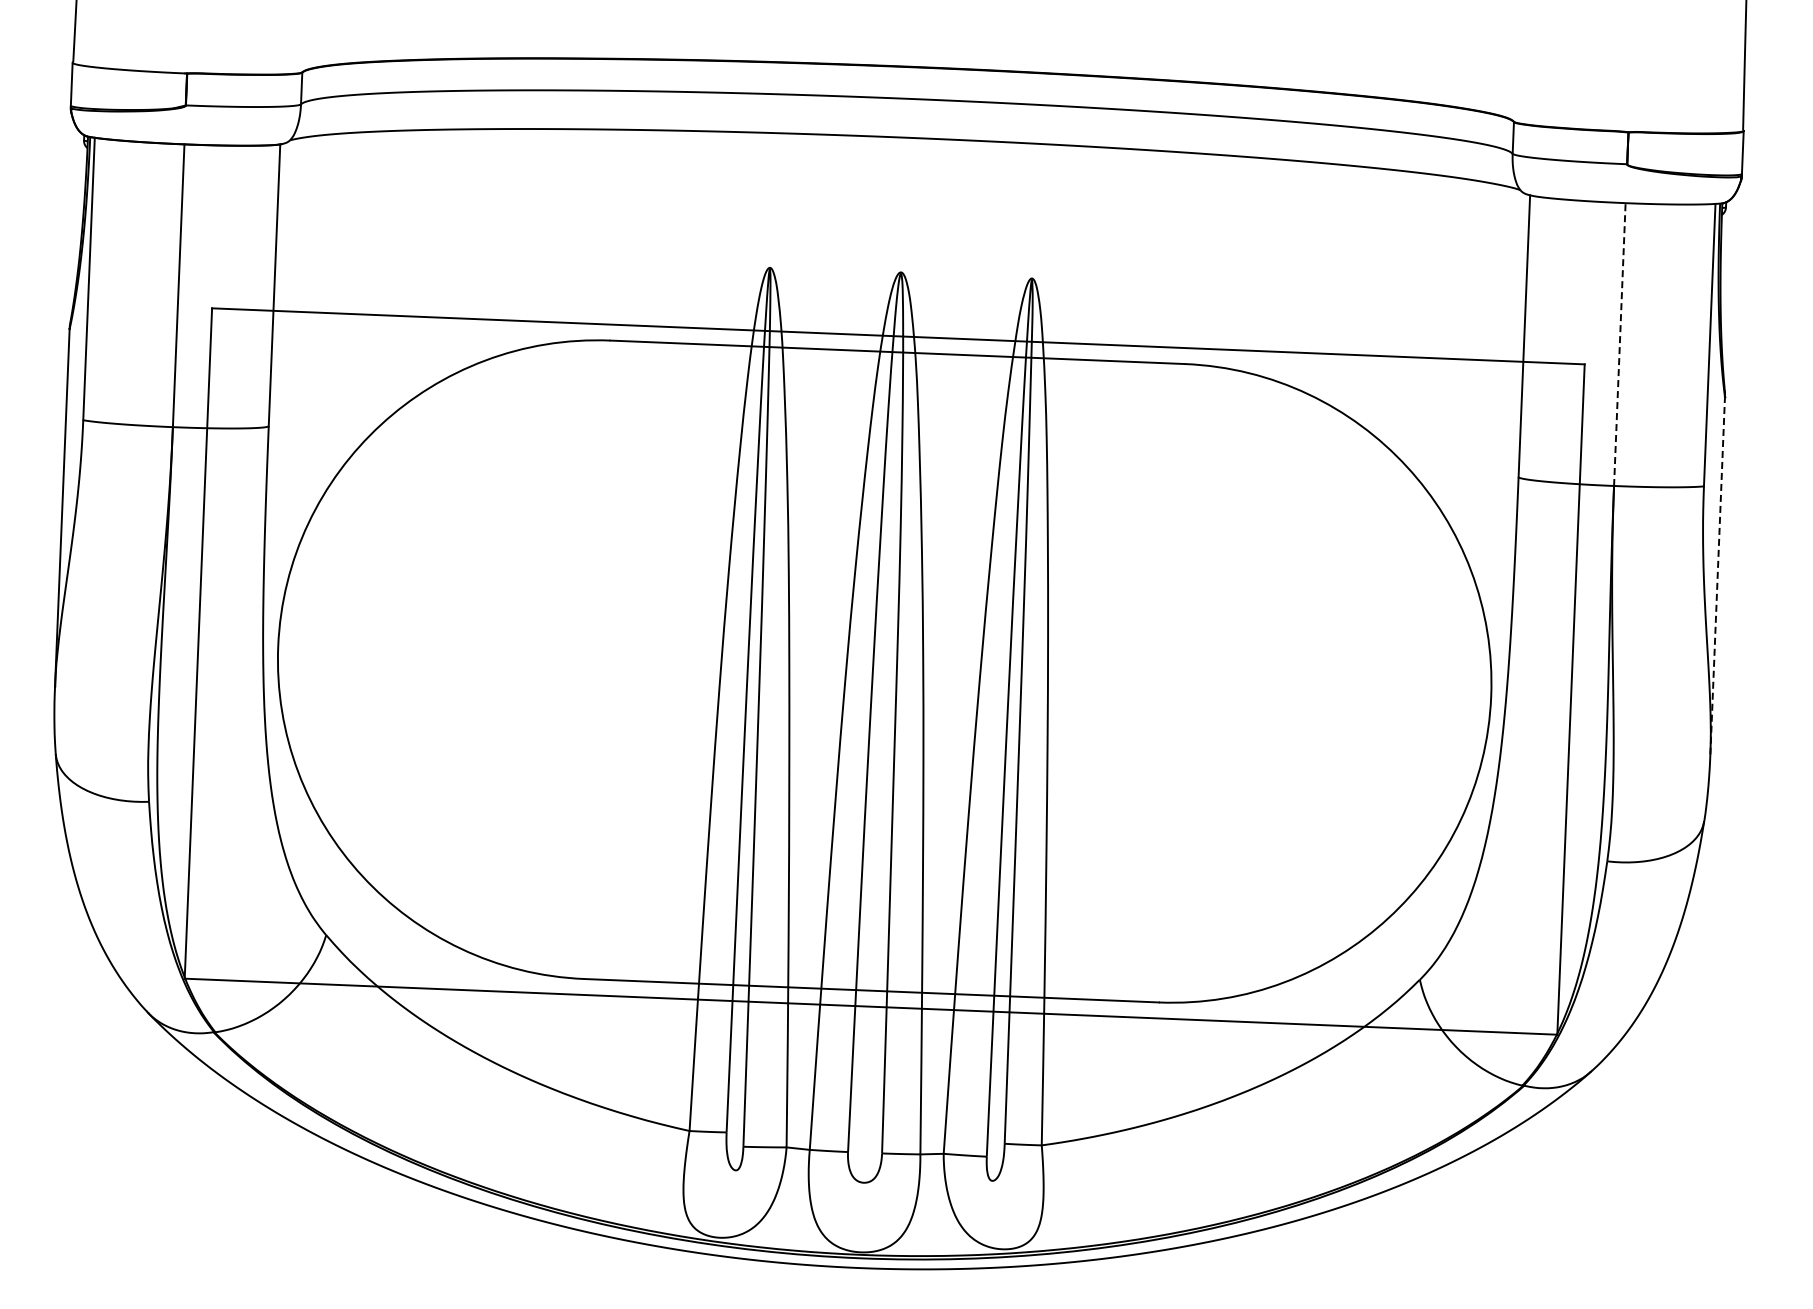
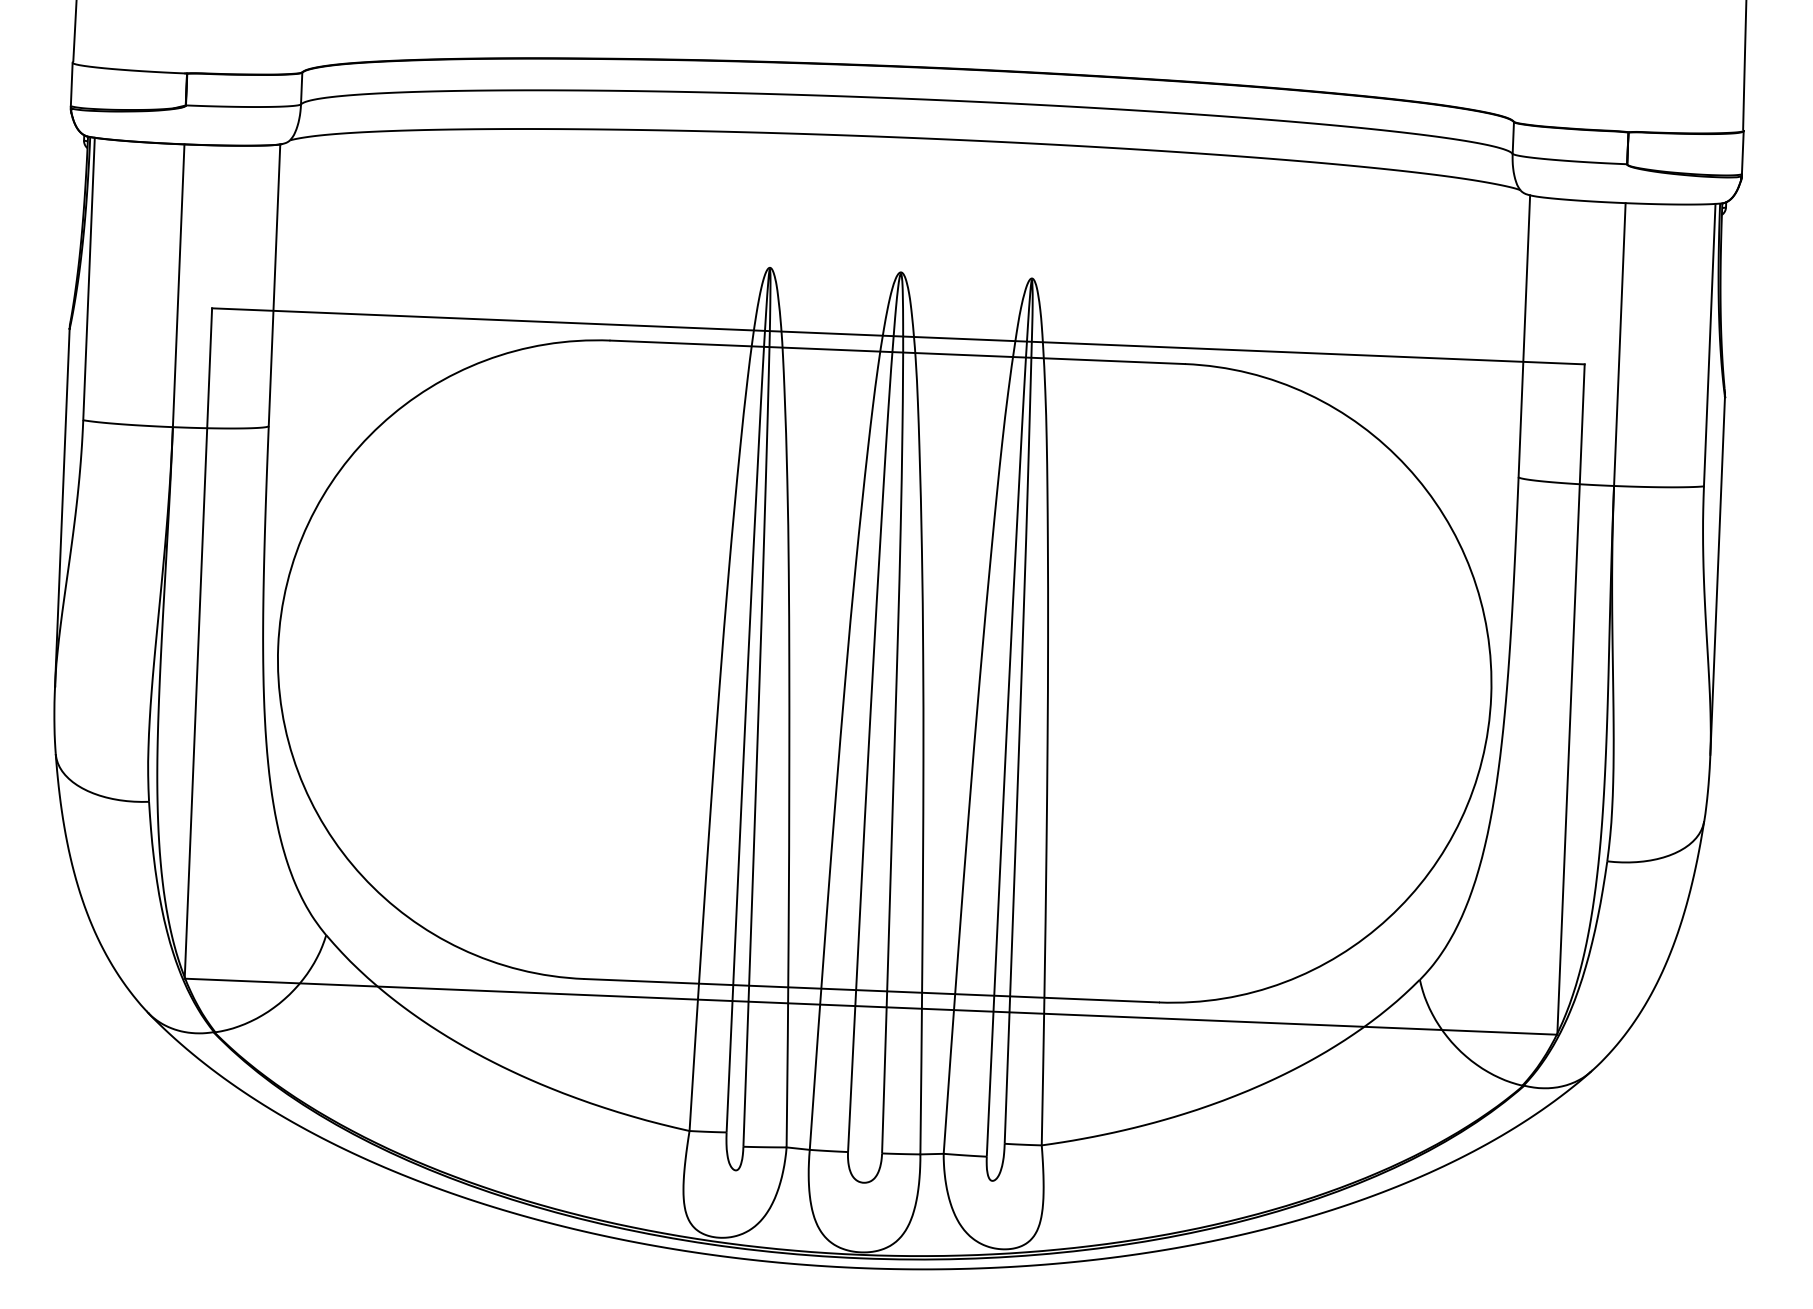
line at (1619, 344): dashed -> solid
line at (1717, 575): dashed -> solid
